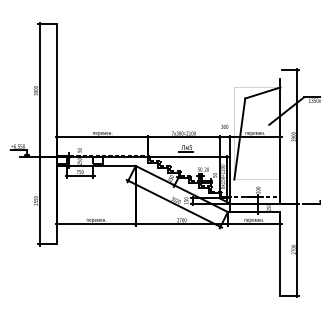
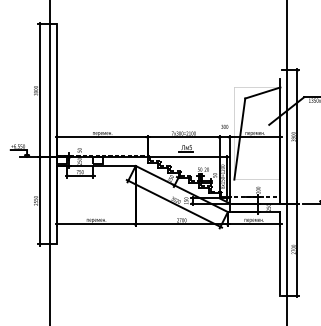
line at (50, 162): none -> present
line at (287, 162): none -> present
